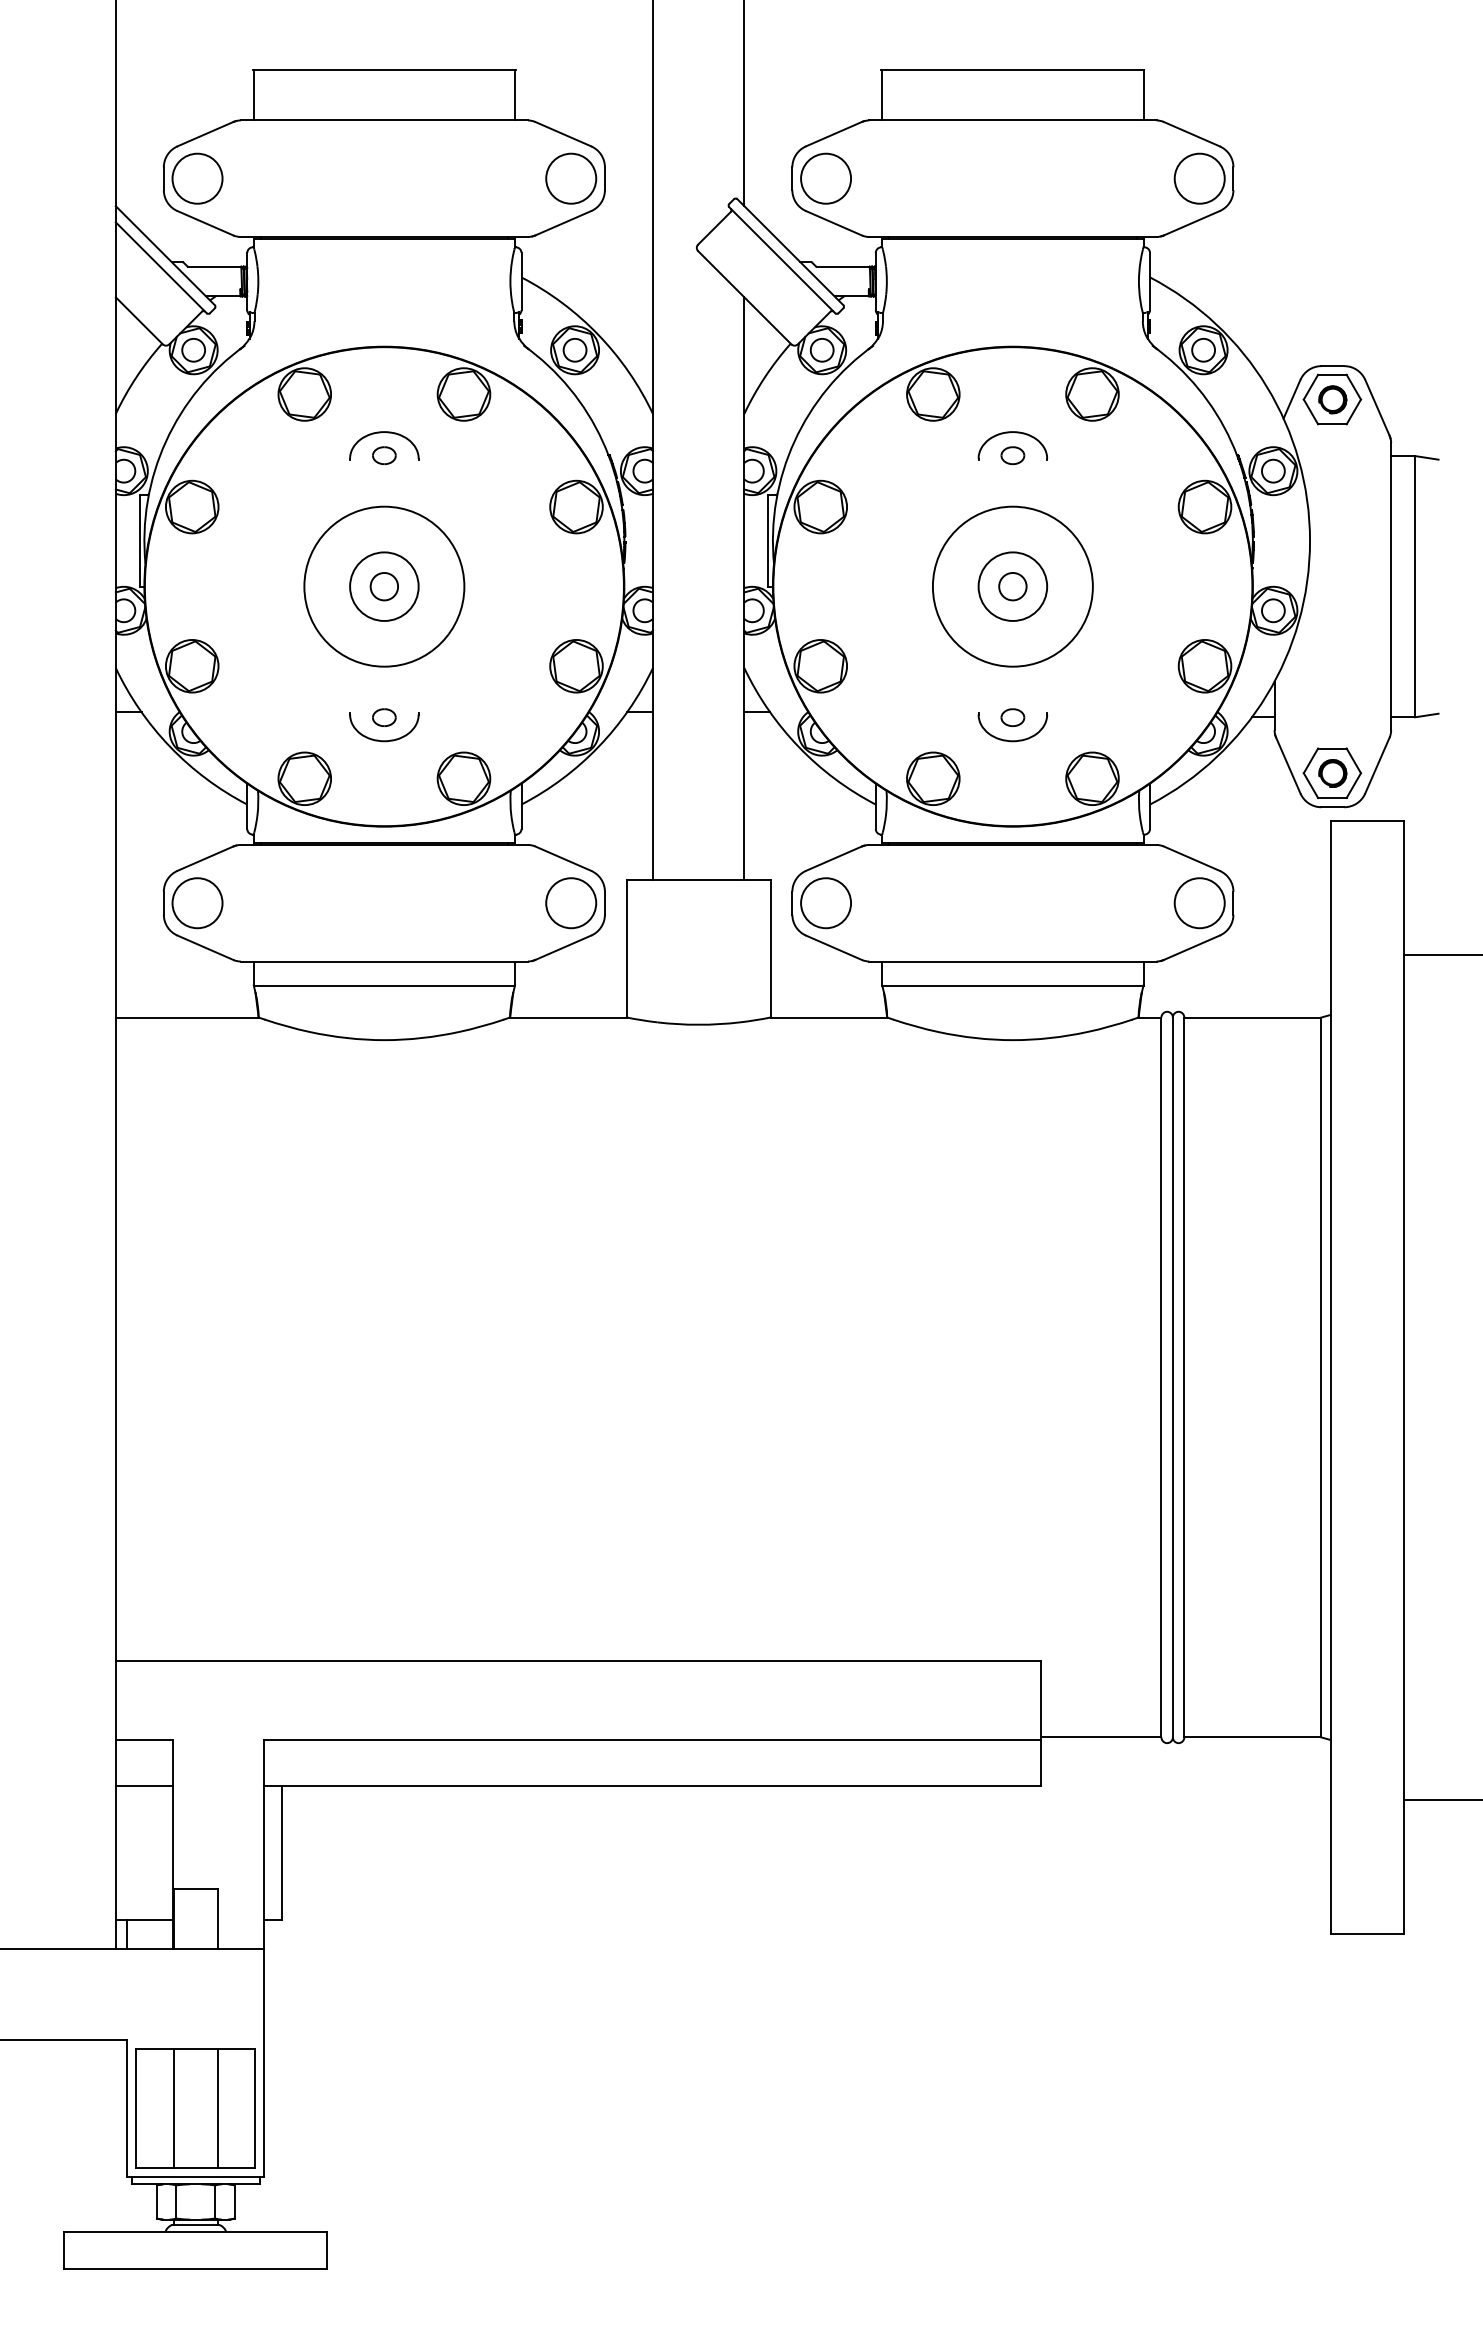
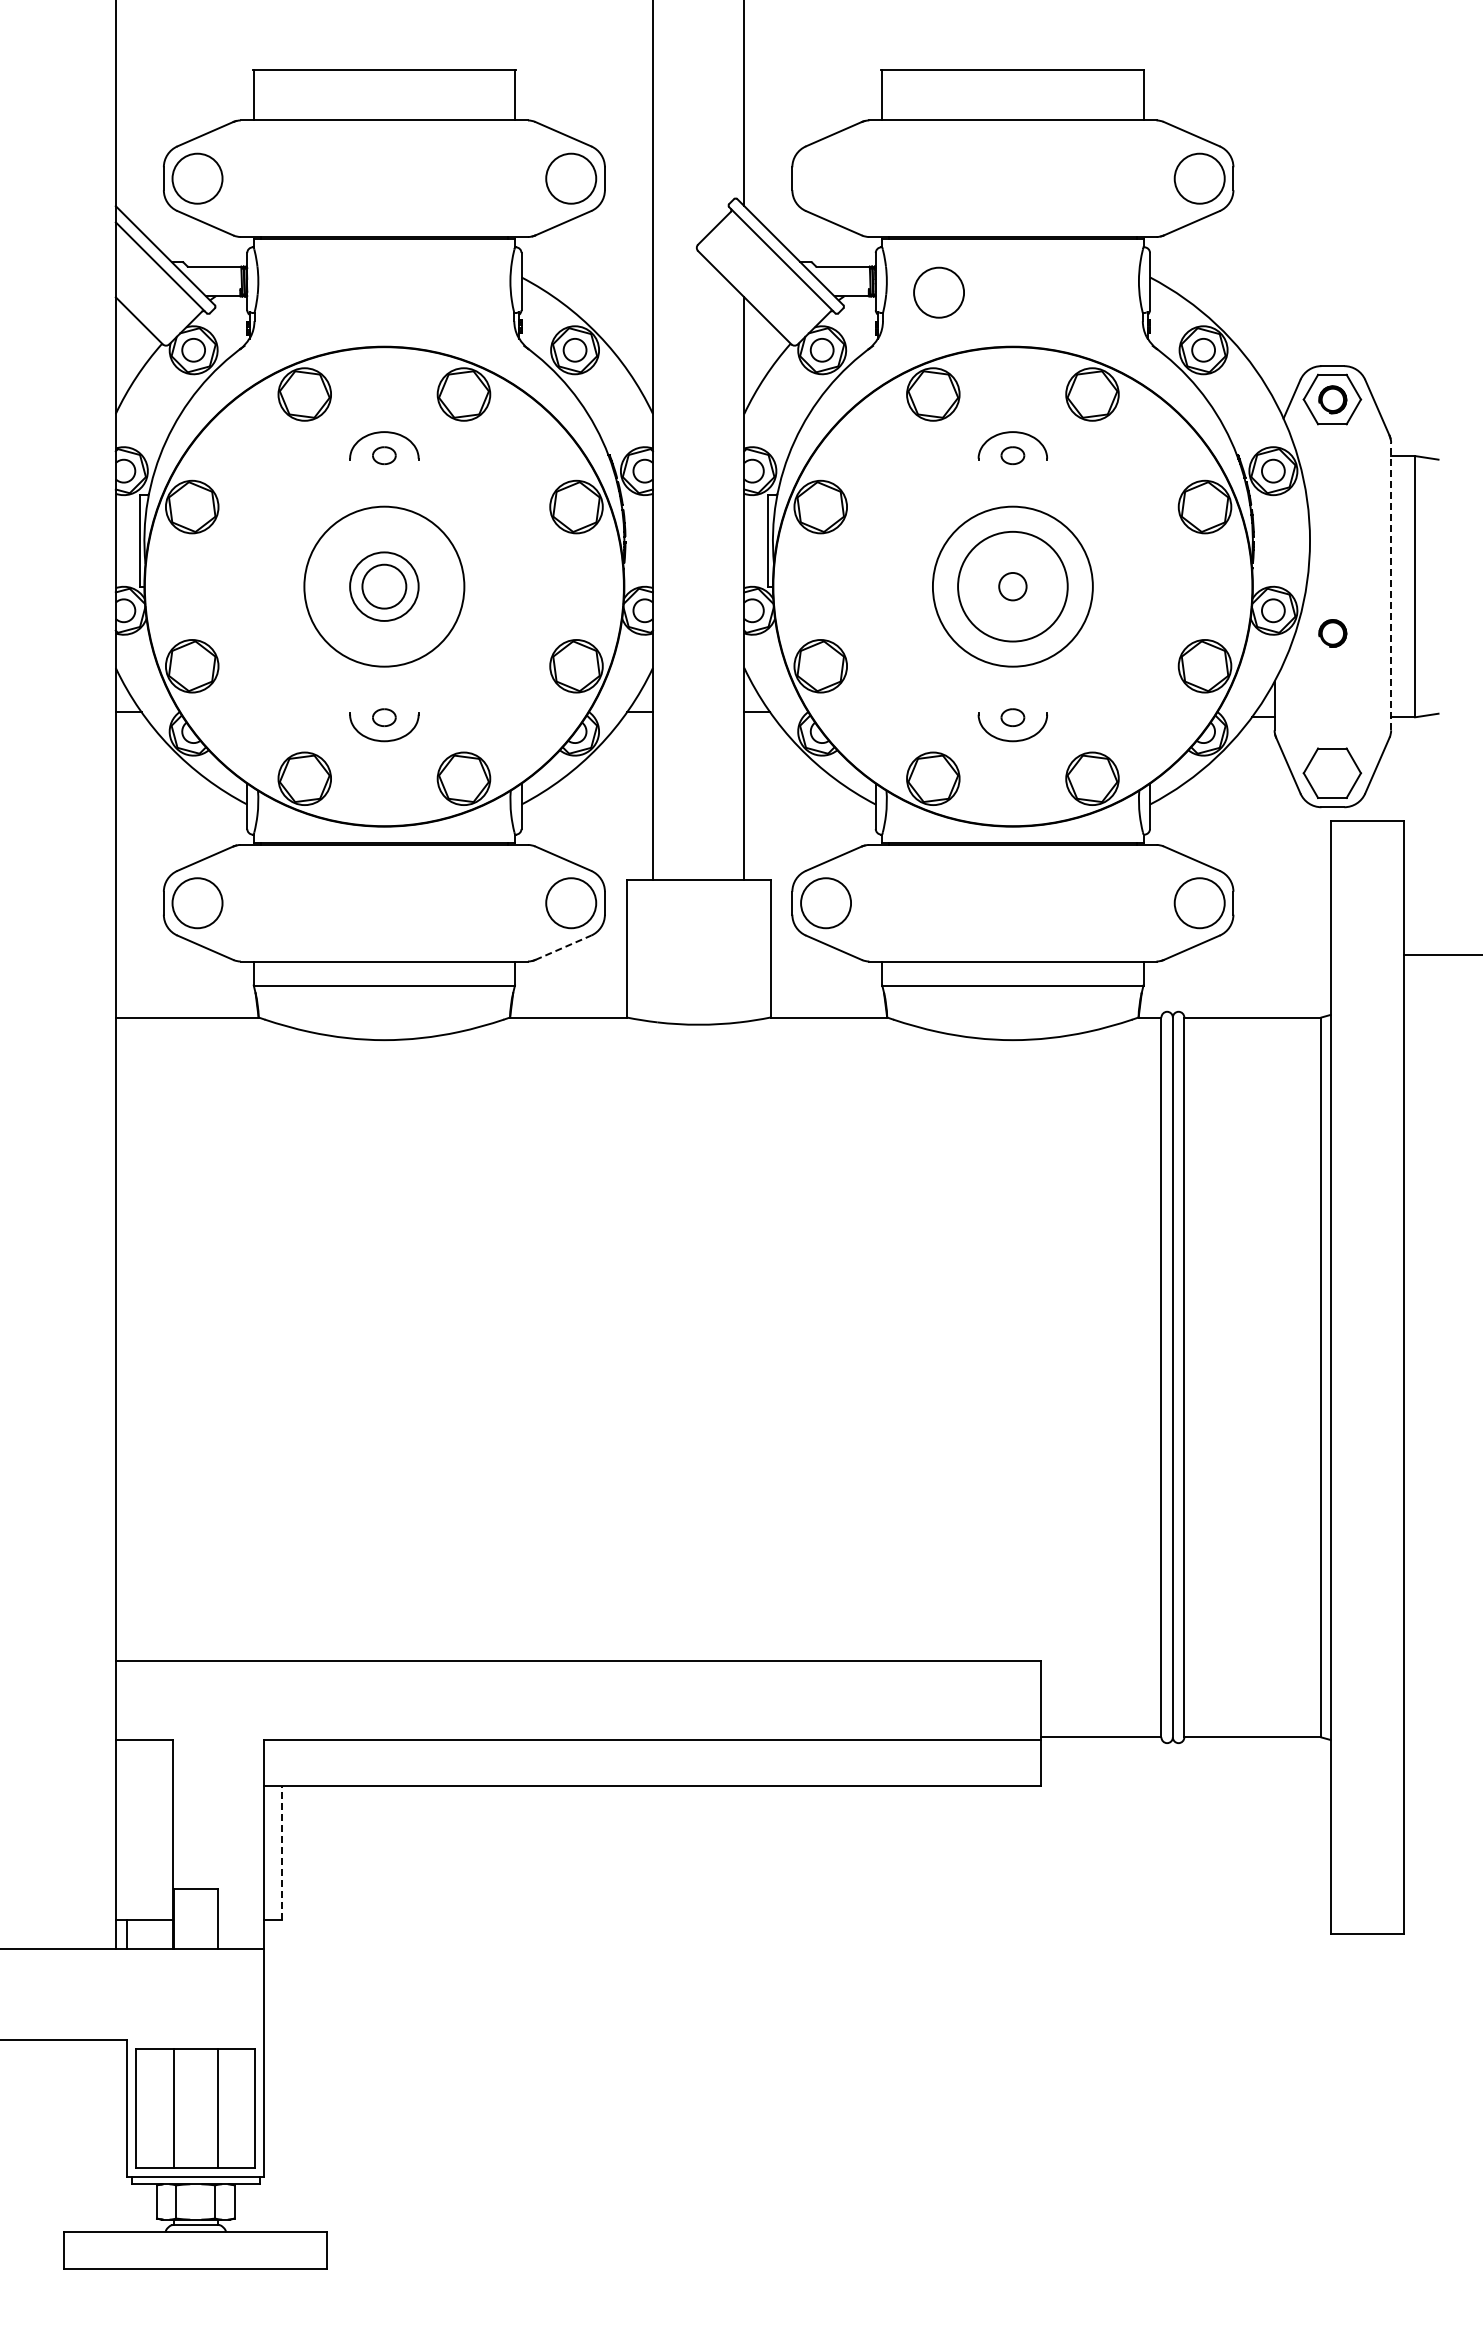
circle at (825, 178) position: (825, 178) -> (938, 292)
circle at (384, 586) diameter: 27 px -> 44 px
circle at (1012, 586) diameter: 69 px -> 110 px
line at (1391, 586): solid -> dashed
part at (1332, 773) position: (1332, 773) -> (1332, 633)
line at (563, 947): solid -> dashed
line at (143, 1786): present -> none
line at (1441, 1800): present -> none
line at (281, 1852): solid -> dashed
